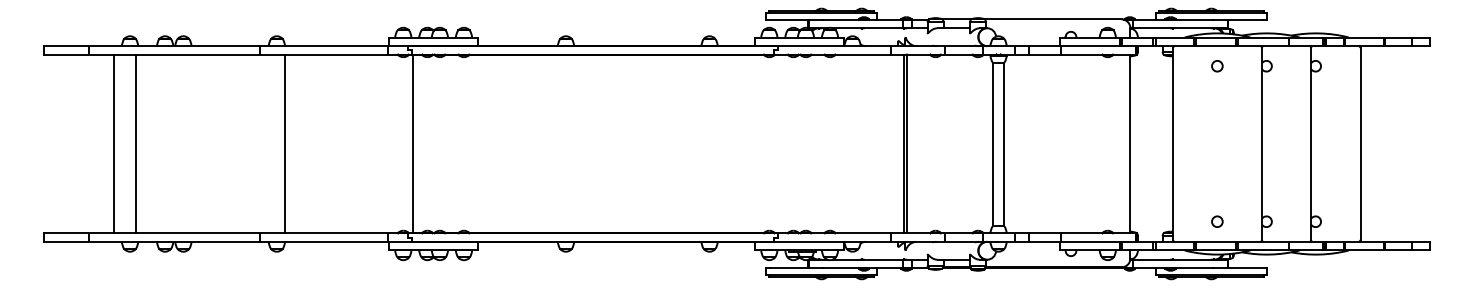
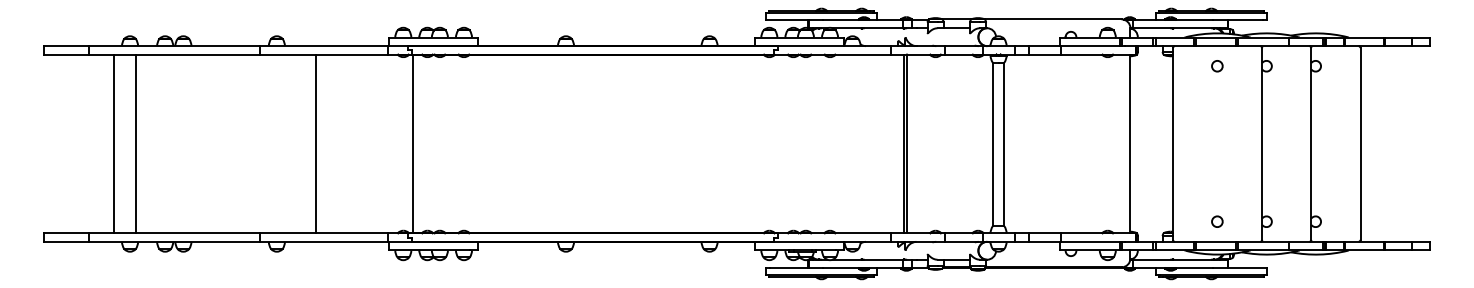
line at (284, 143) position: (284, 143) -> (315, 143)
